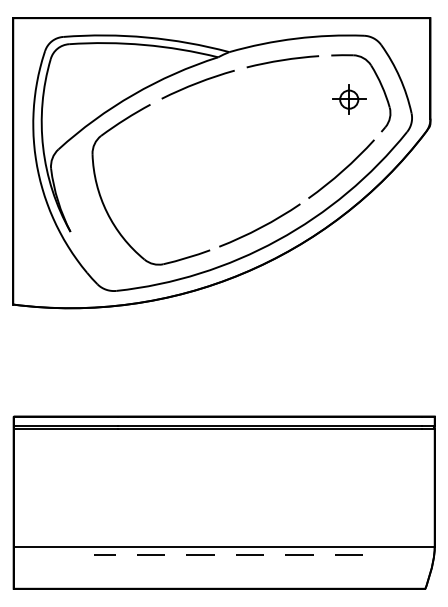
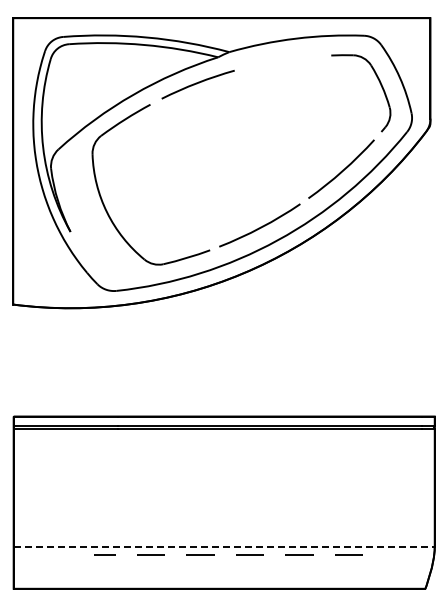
curve at (282, 61): present -> none
part at (349, 99): present -> none
line at (224, 547): solid -> dashed
